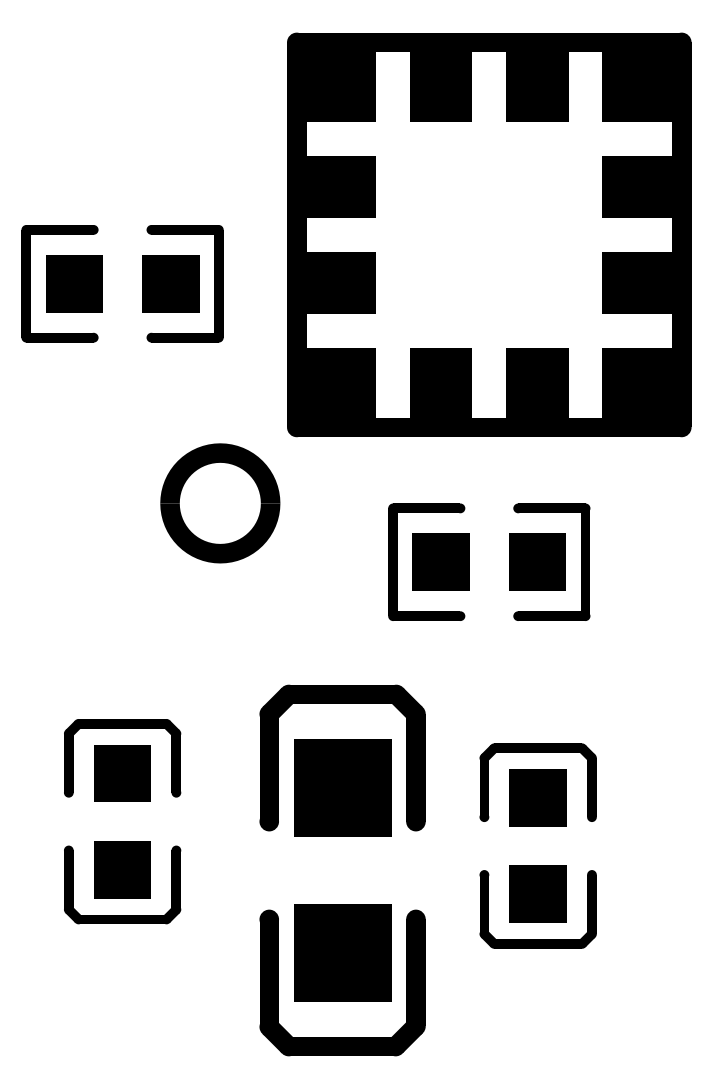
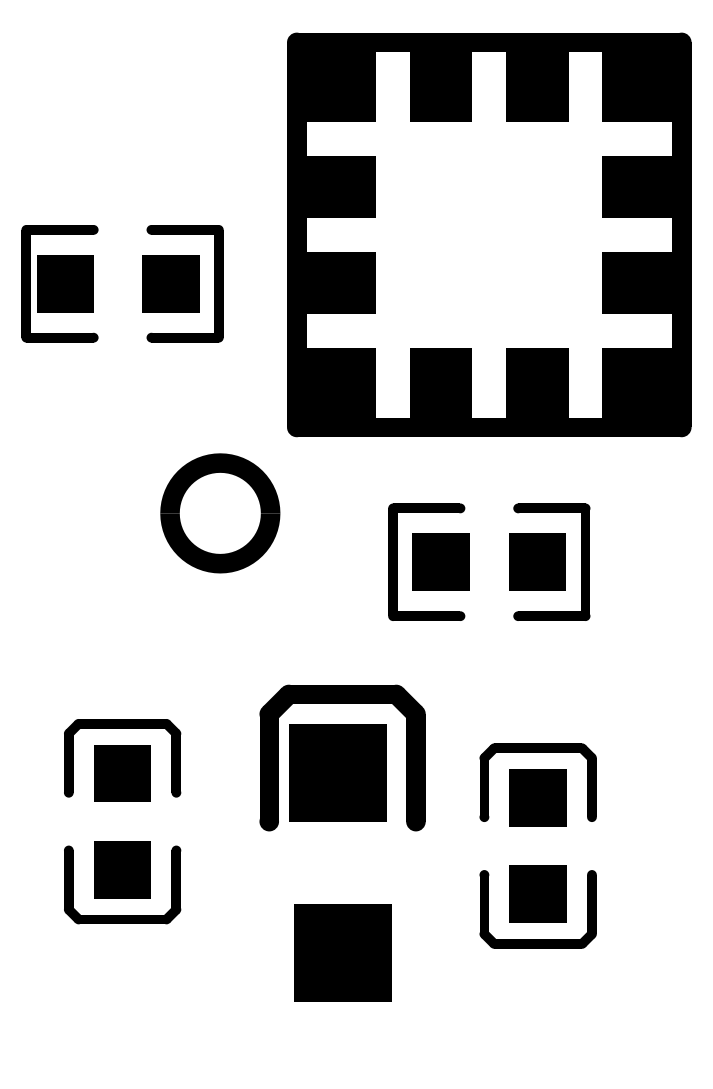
part at (74, 283) position: (74, 283) -> (65, 283)
part at (220, 503) position: (220, 503) -> (220, 513)
part at (342, 787) position: (342, 787) -> (337, 772)
part at (342, 1037): present -> none
